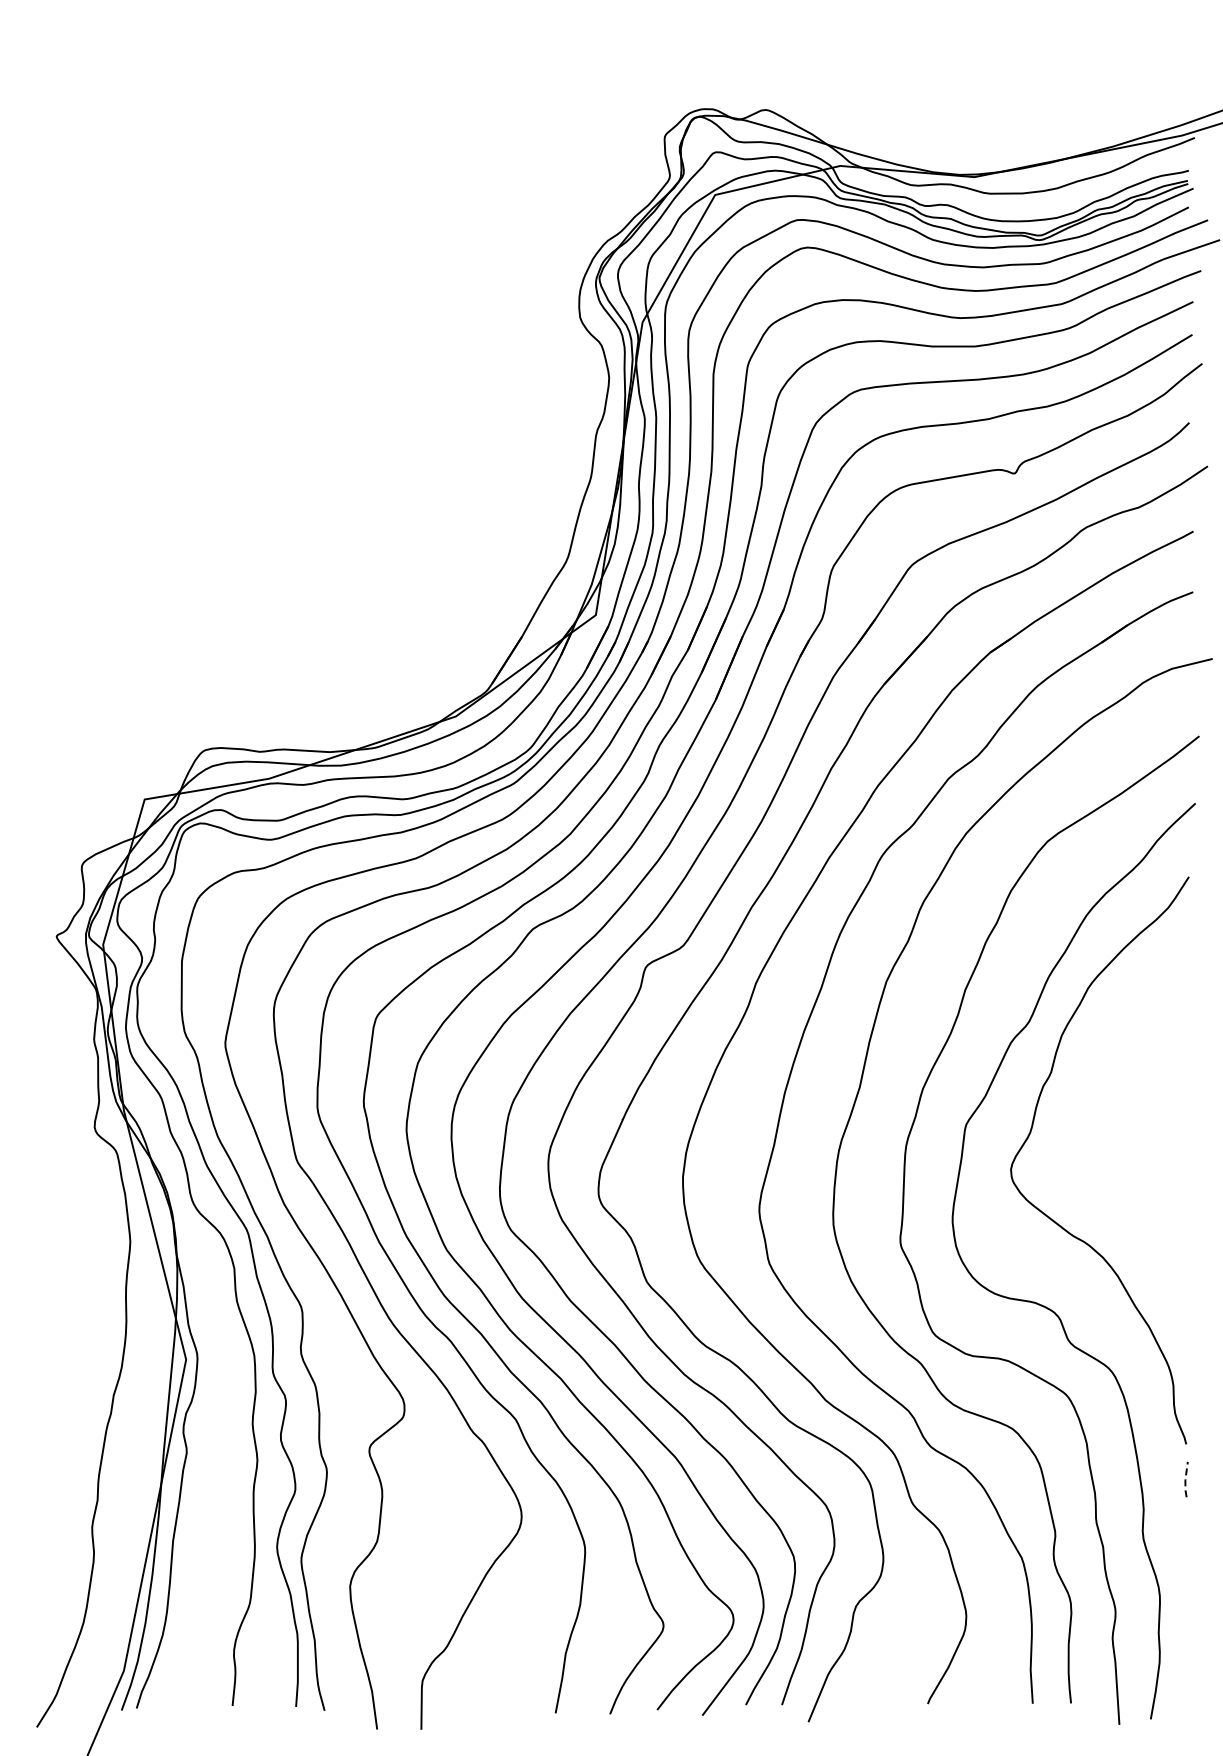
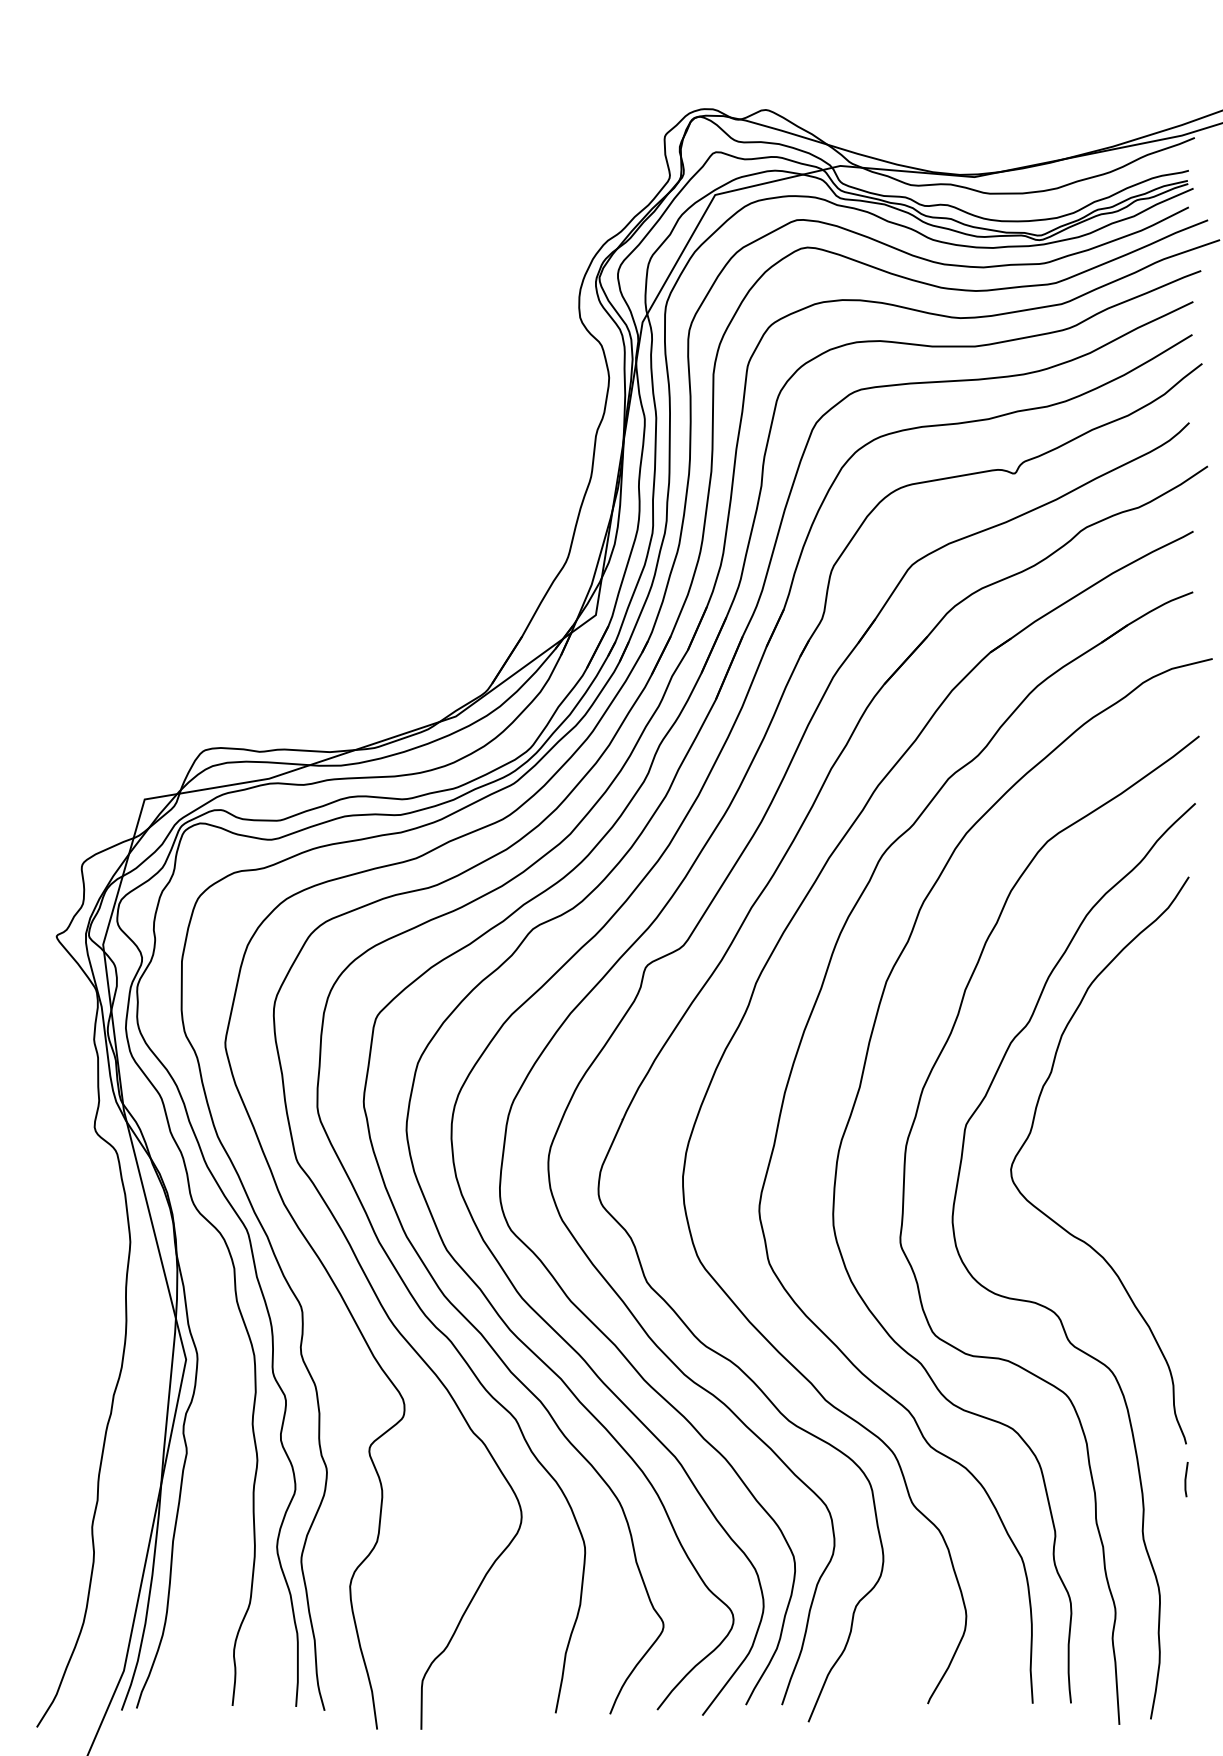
line at (1185, 1479): dashed -> solid
